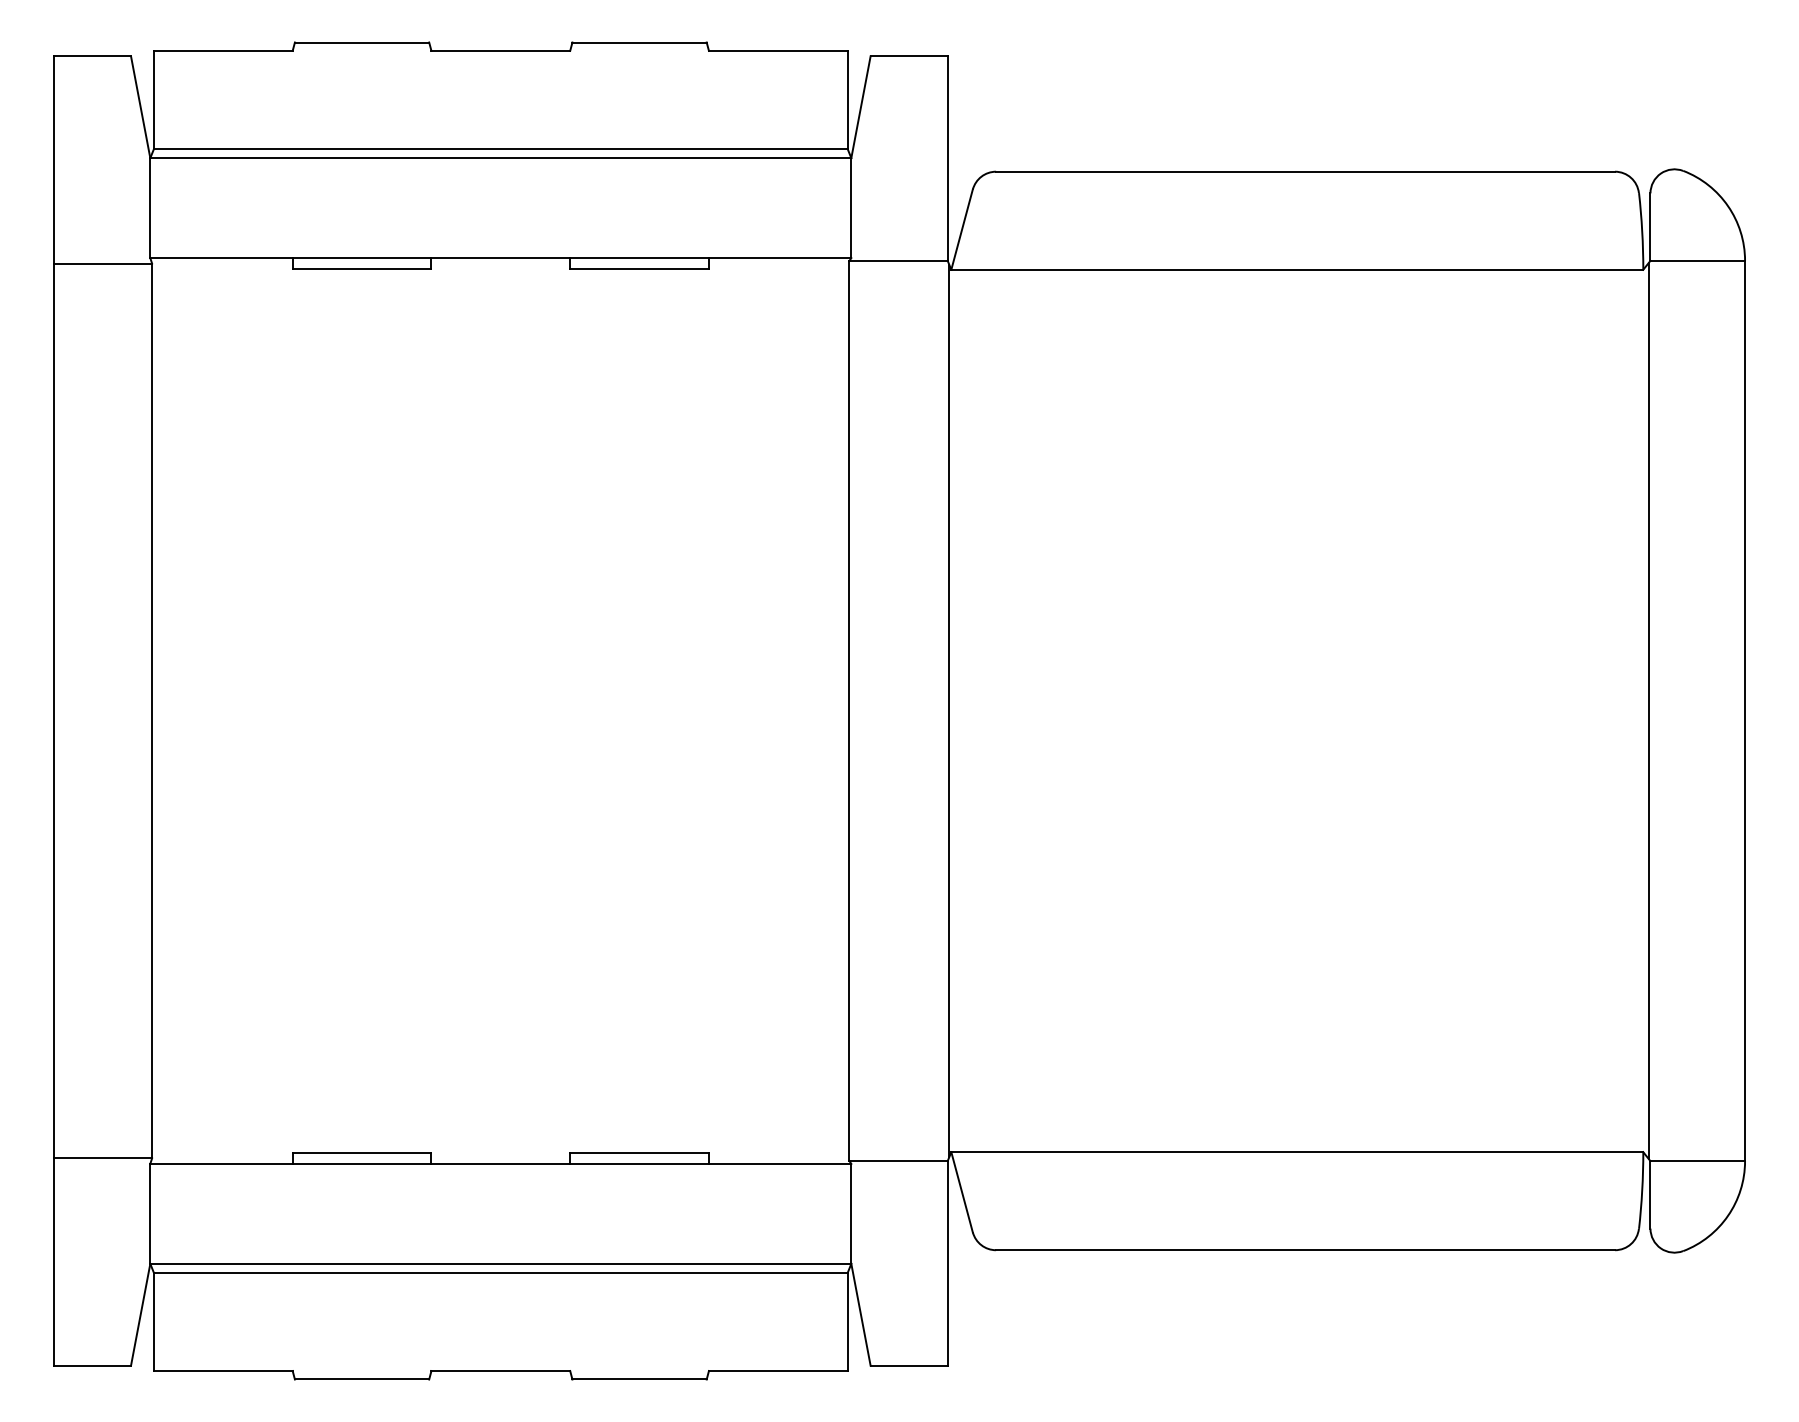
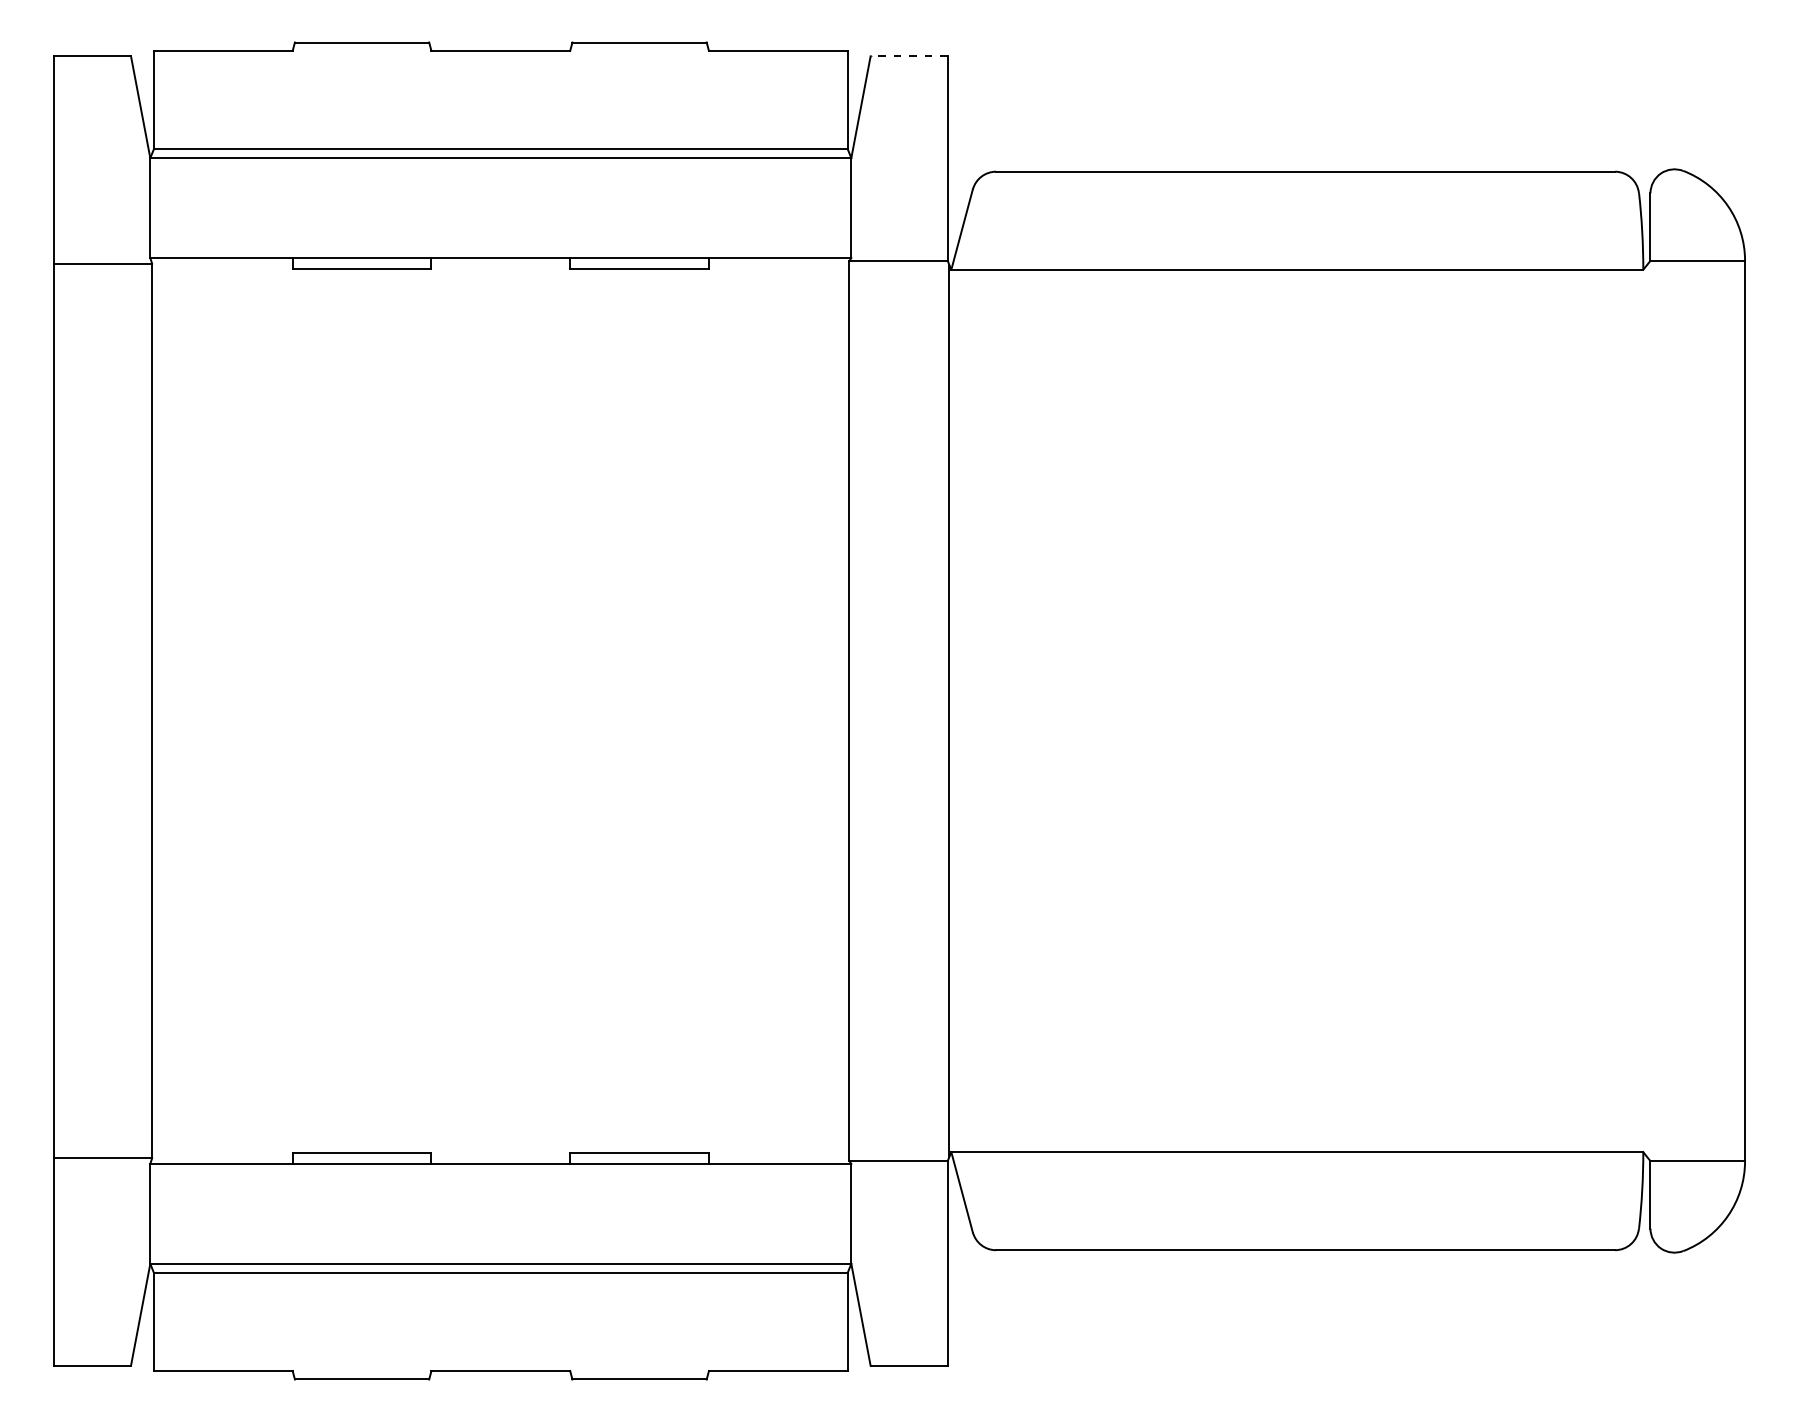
line at (909, 56): solid -> dashed
line at (1648, 710): present -> none
